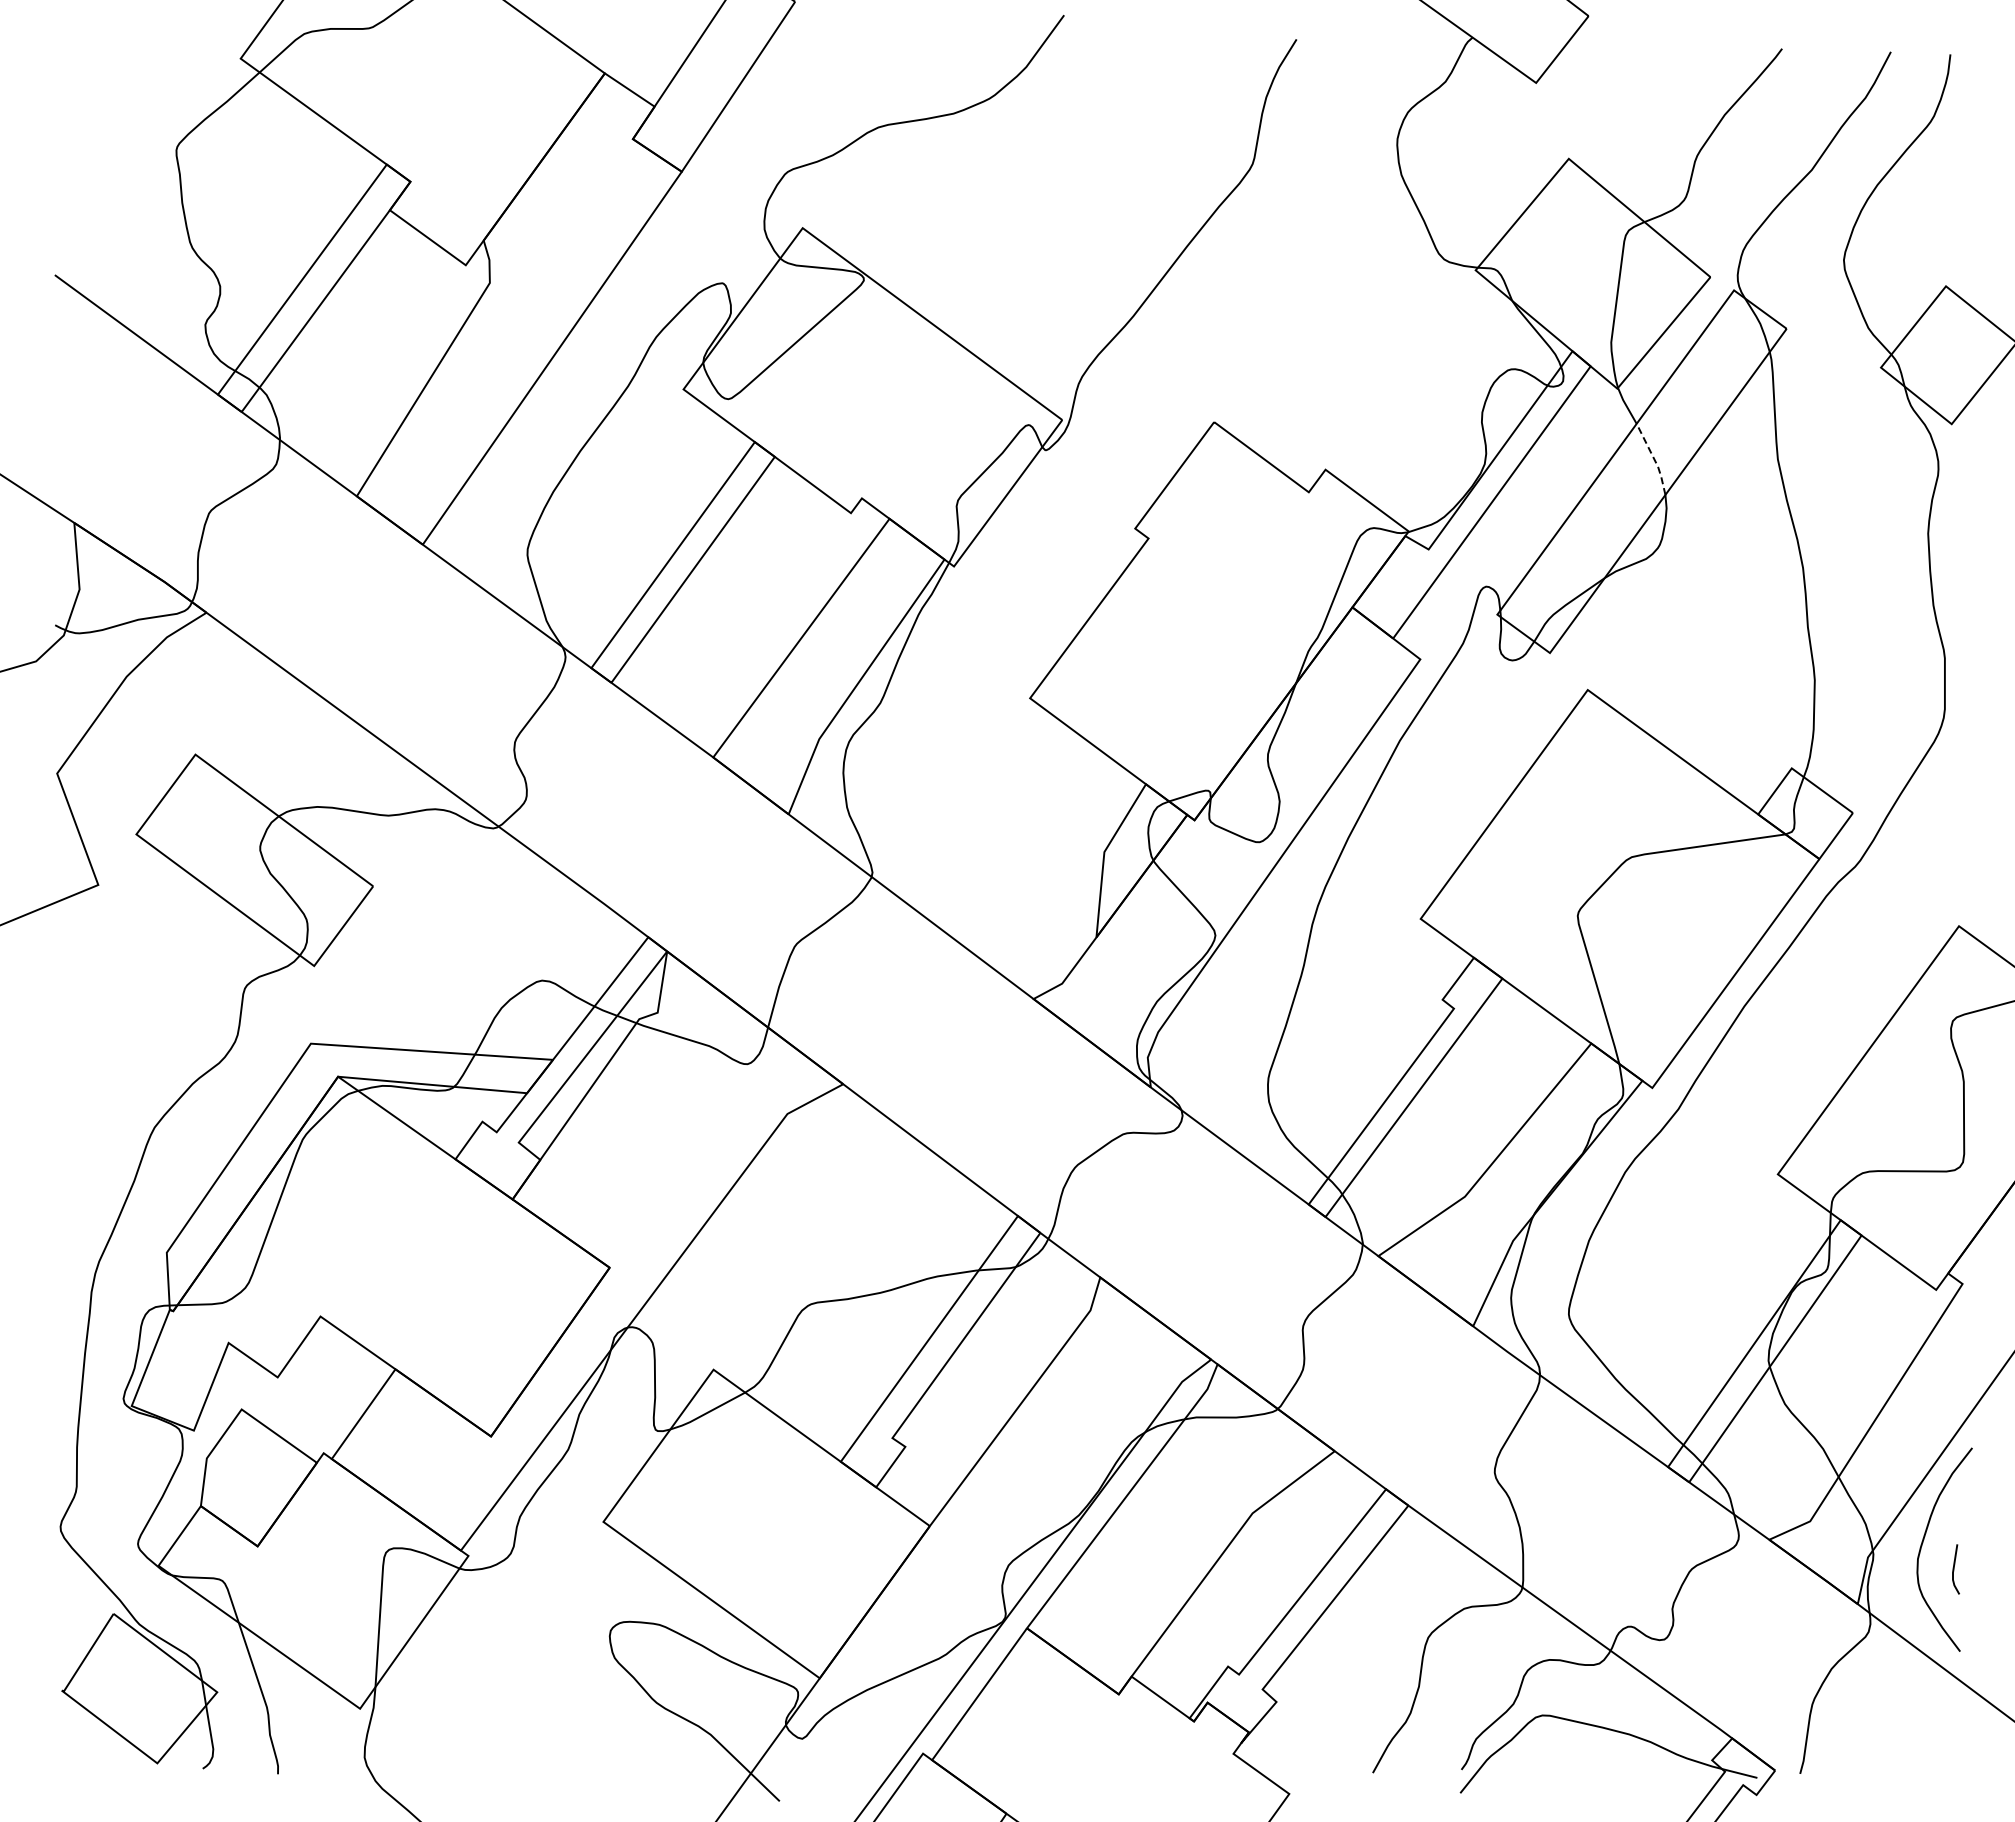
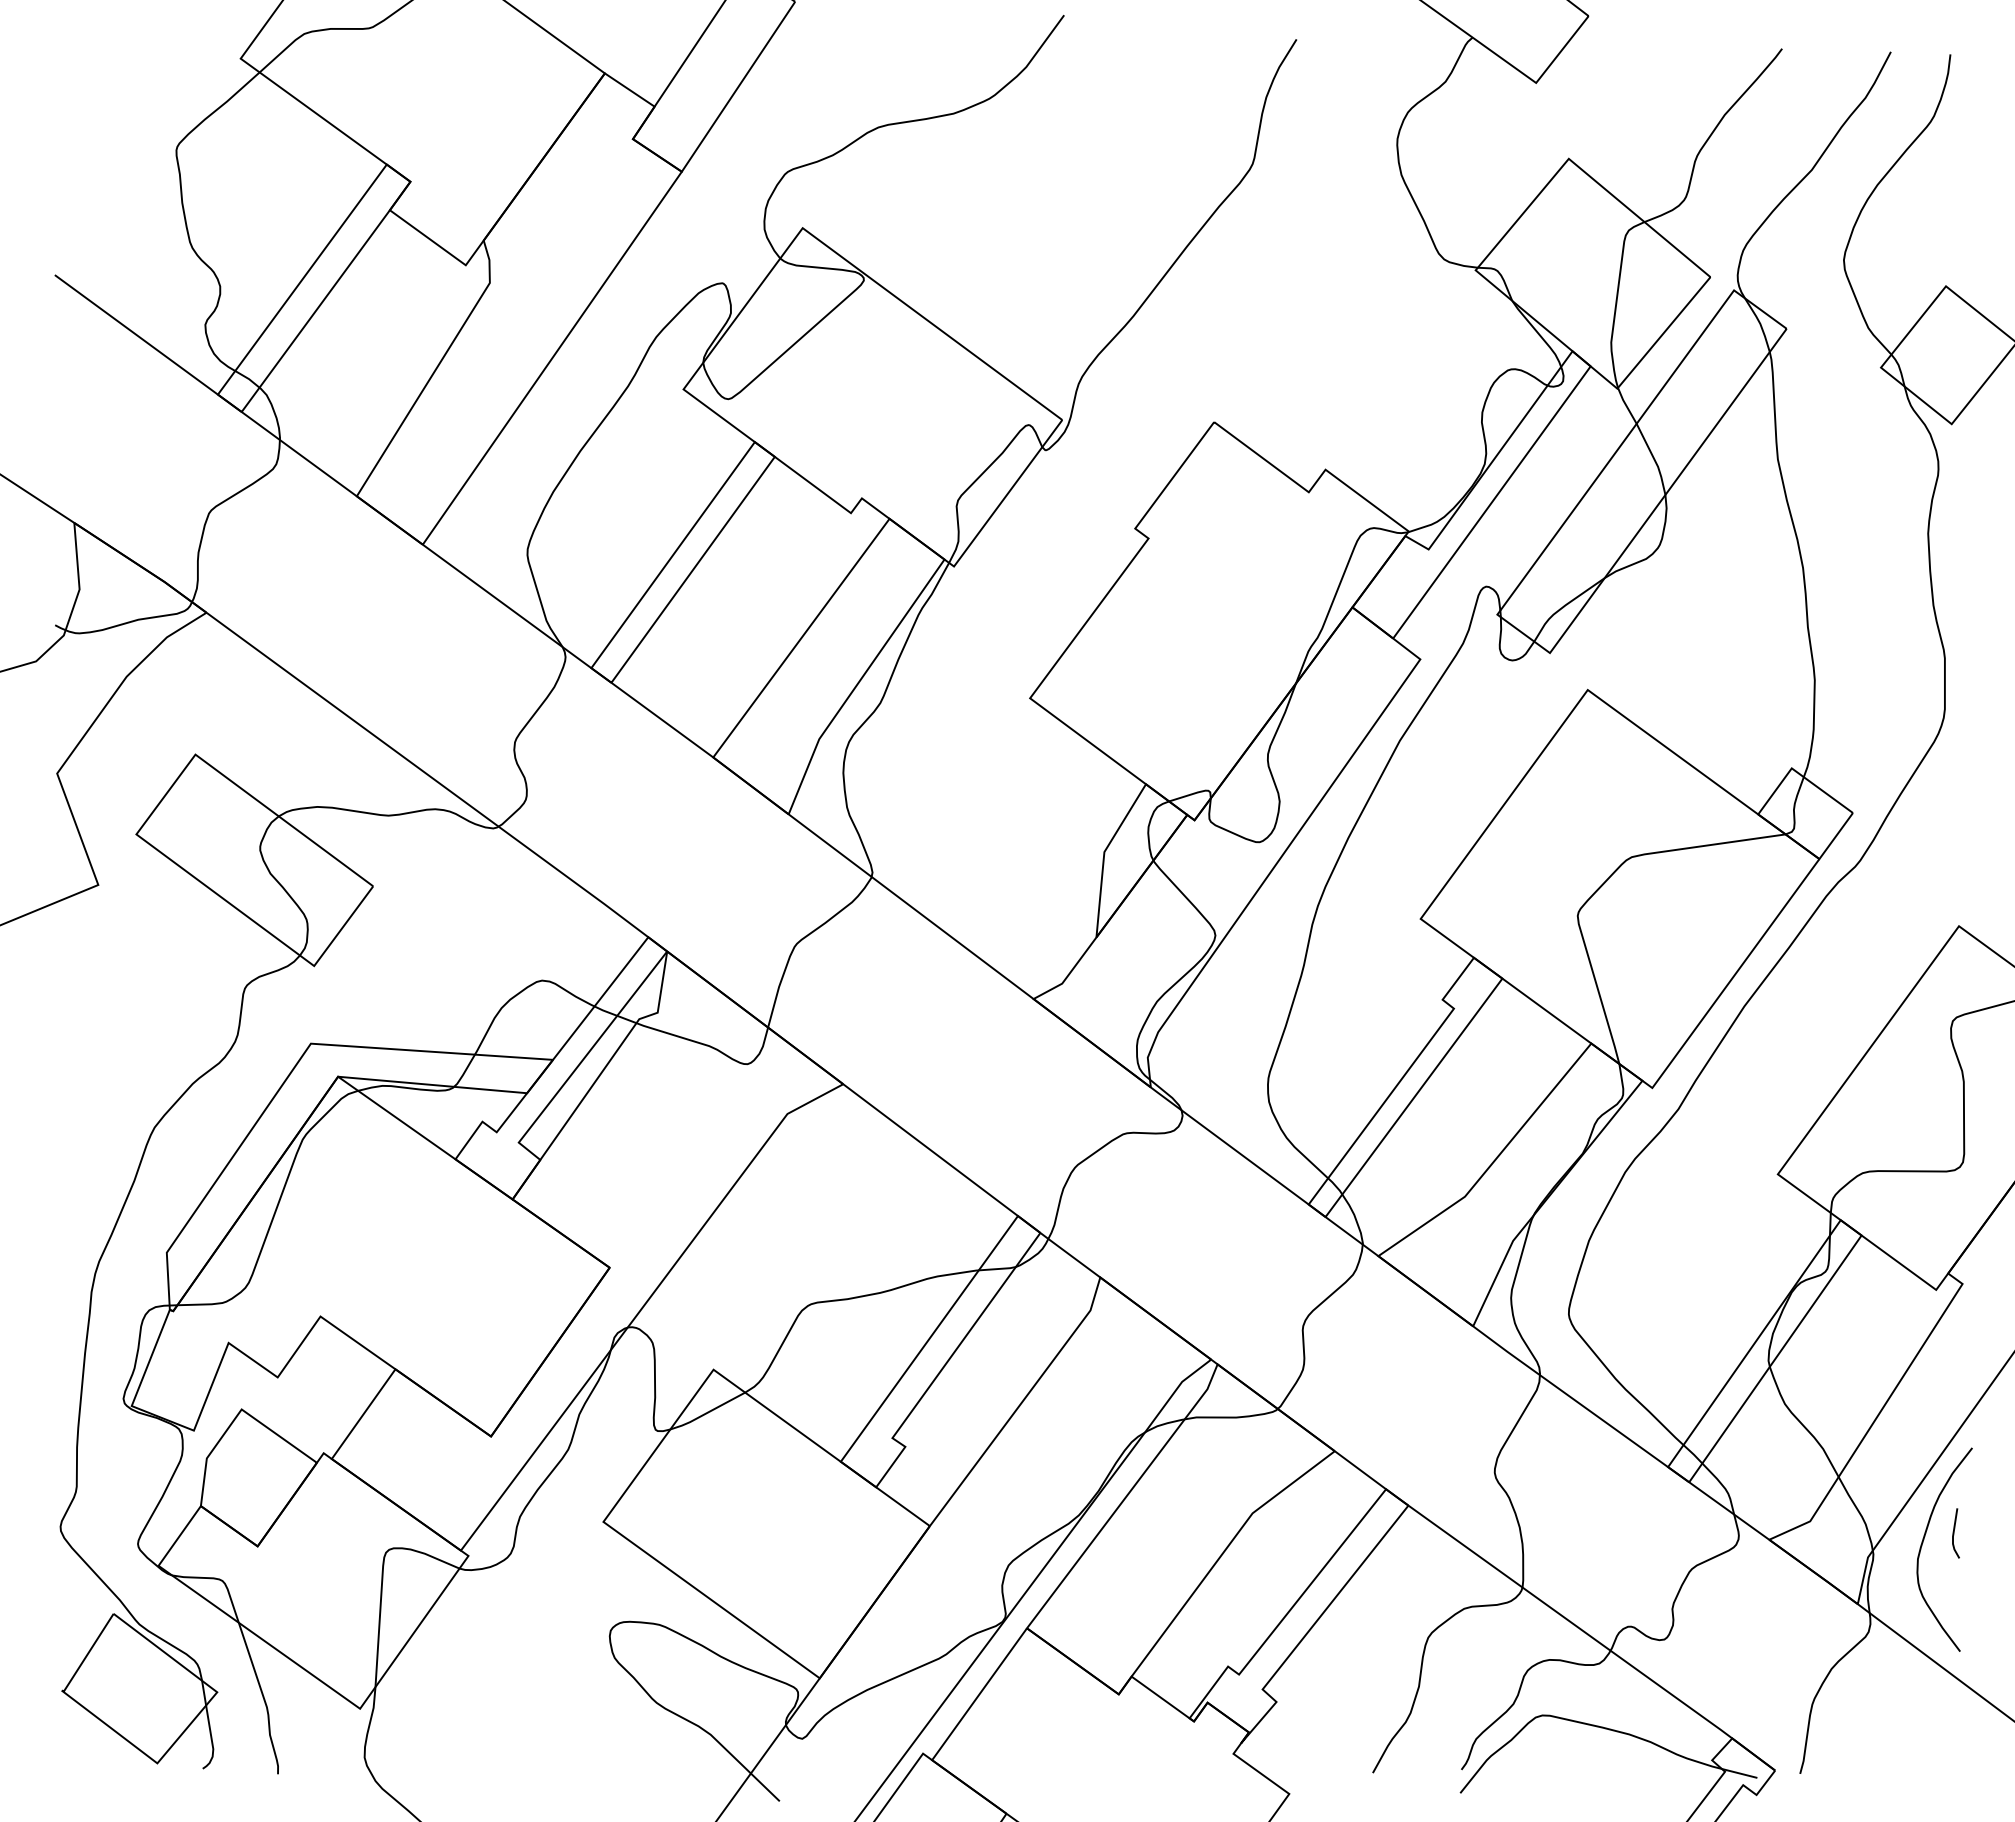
line at (1654, 458): dashed -> solid
line at (1954, 1569) position: (1954, 1569) -> (1954, 1533)
